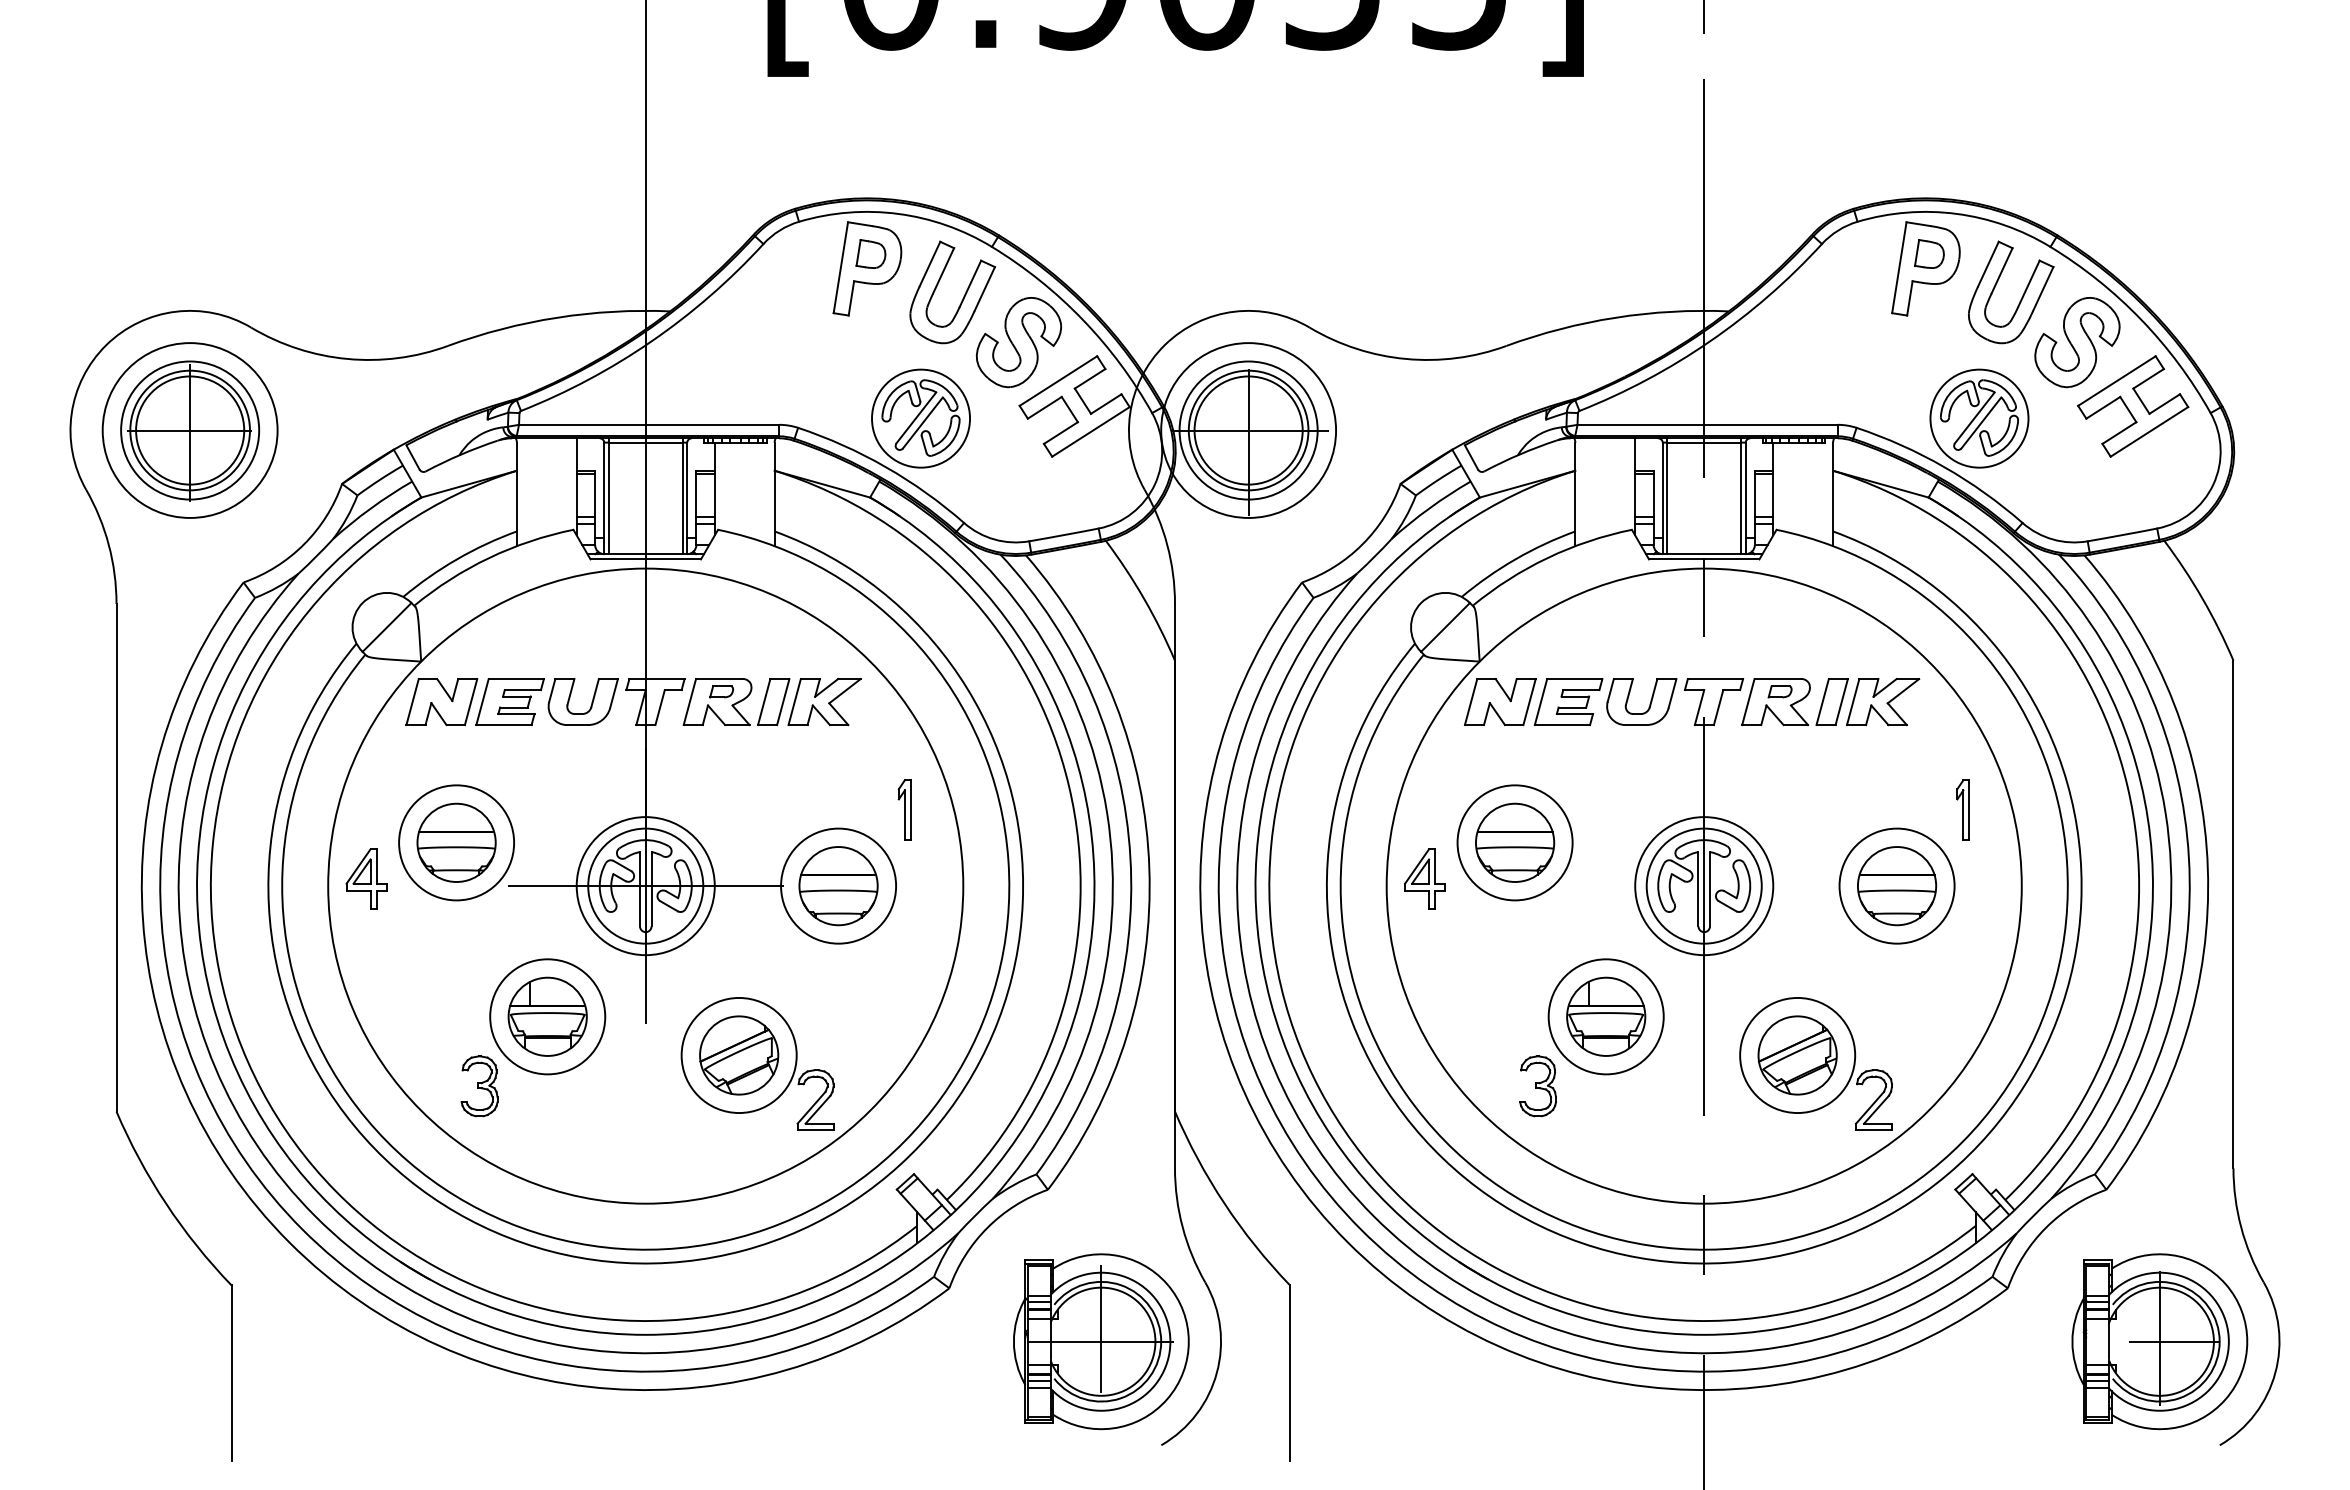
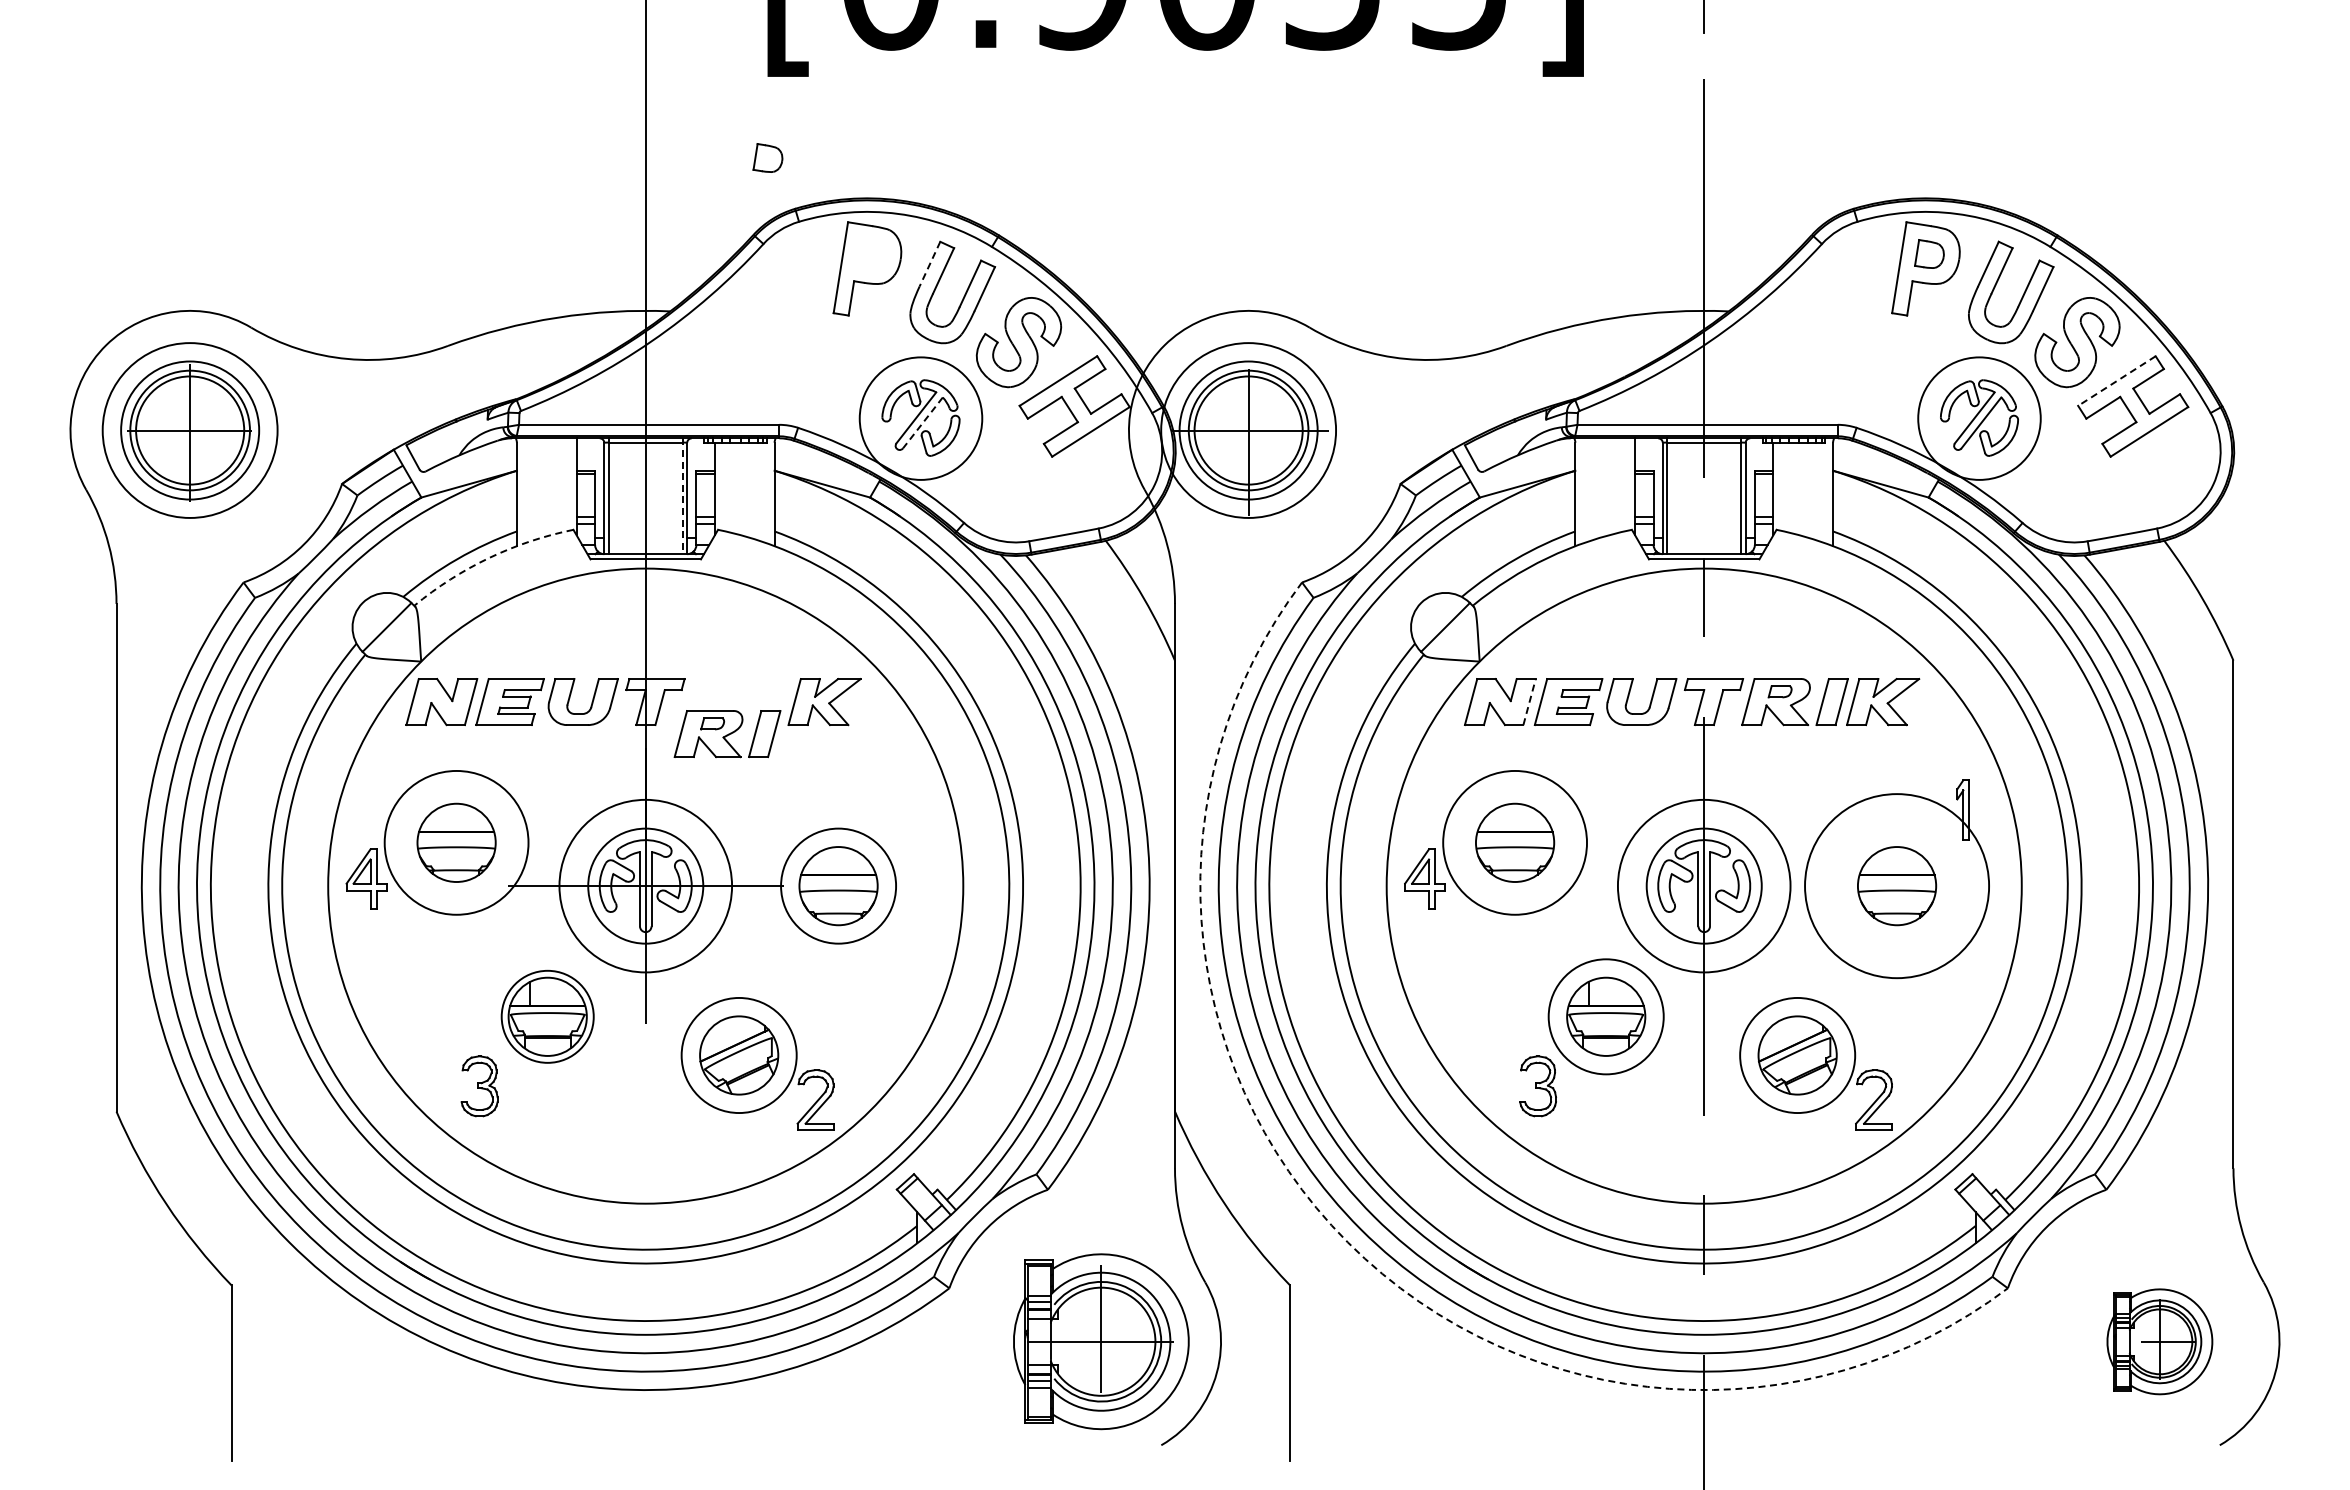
part at (870, 253) position: (870, 253) -> (767, 157)
line at (930, 264): solid -> dashed
line at (2116, 381): solid -> dashed
circle at (921, 418) diameter: 98 px -> 123 px
circle at (1979, 418) diameter: 98 px -> 123 px
line at (922, 423): solid -> dashed
line at (682, 496): solid -> dashed
arc at (489, 558): solid -> dashed
part at (736, 702) position: (736, 702) -> (727, 734)
line at (1529, 702): solid -> dashed
part at (904, 809): present -> none
circle at (456, 842) diameter: 115 px -> 144 px
circle at (1514, 842) diameter: 115 px -> 144 px
circle at (1896, 885) diameter: 115 px -> 184 px
circle at (645, 886) diameter: 138 px -> 173 px
circle at (1704, 886) diameter: 138 px -> 173 px
circle at (547, 1016) diameter: 115 px -> 92 px
arc at (1347, 1242): solid -> dashed
part at (2159, 1341) size: 178x178 px -> 108x108 px
